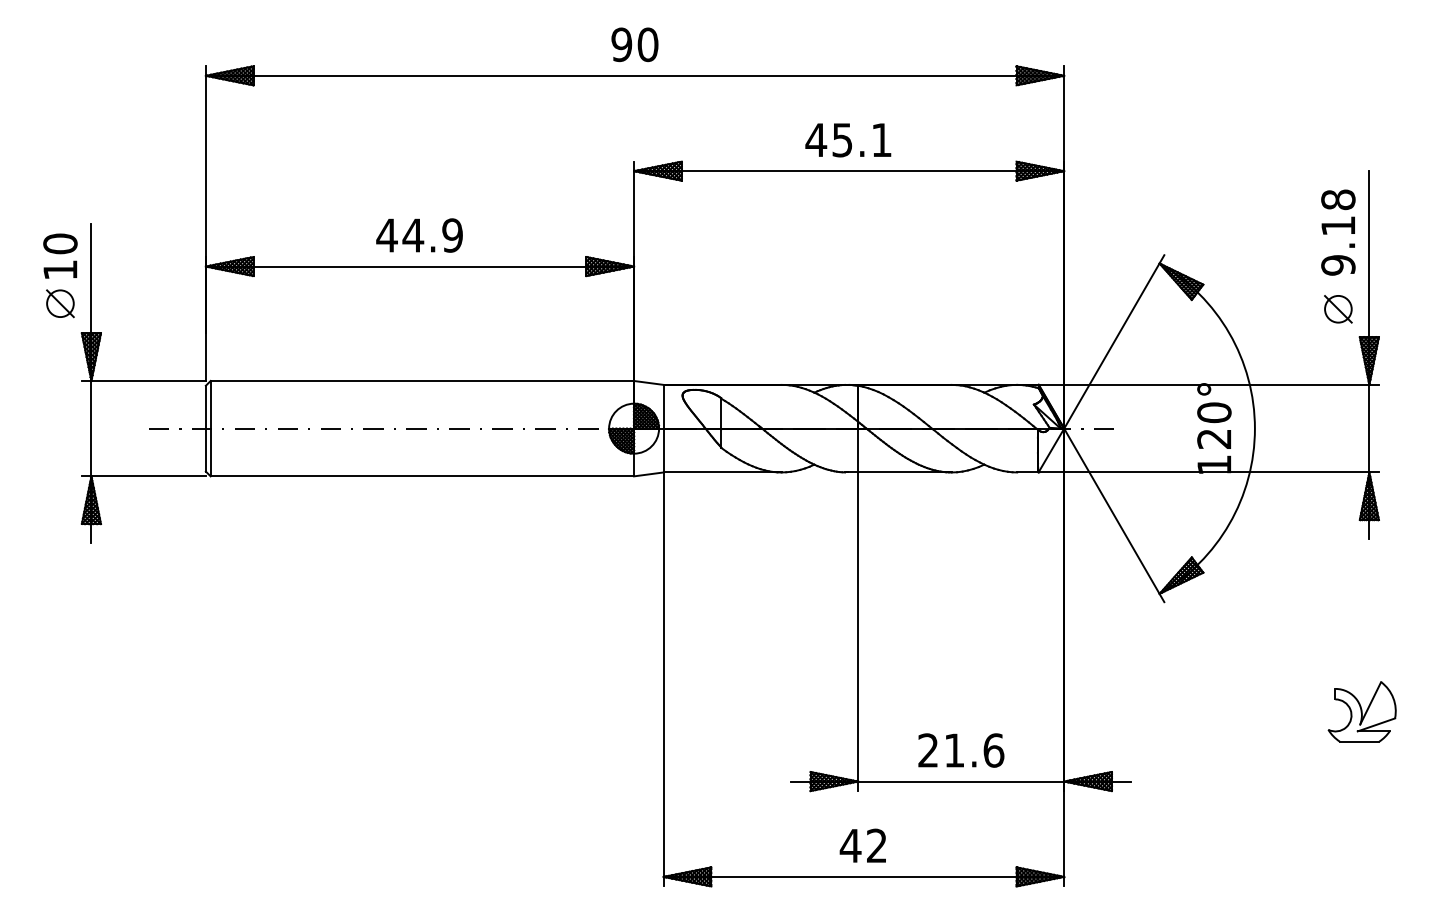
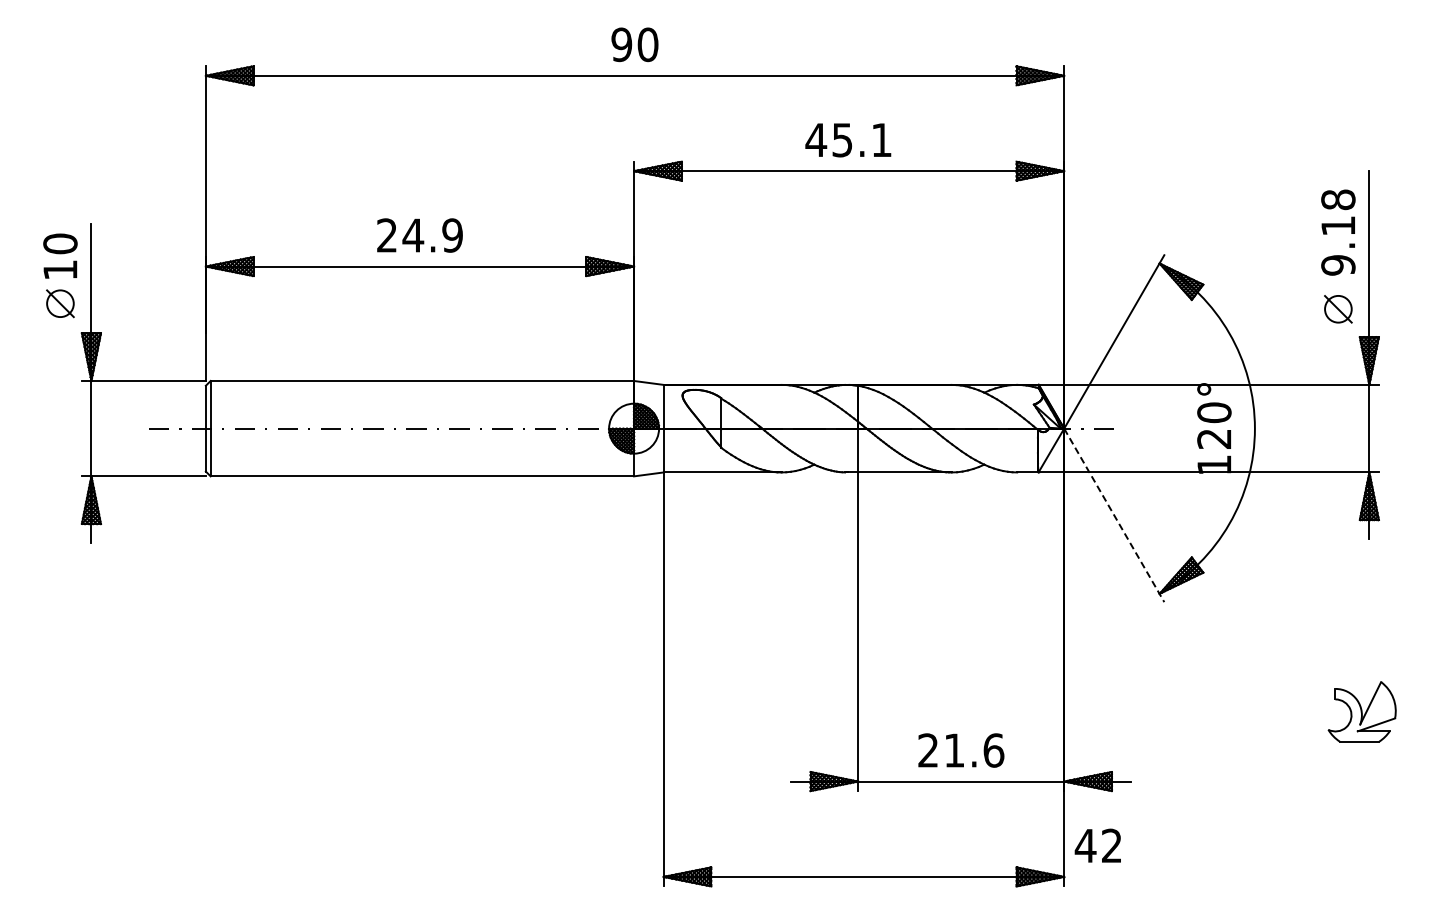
text at (386, 235): 44.9 -> 24.9
line at (1114, 515): solid -> dashed
text at (862, 845) position: (862, 845) -> (1097, 845)
